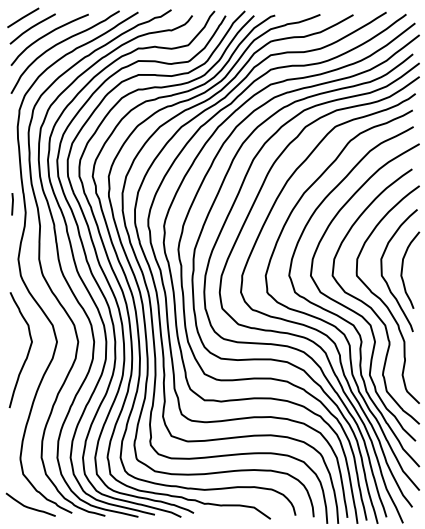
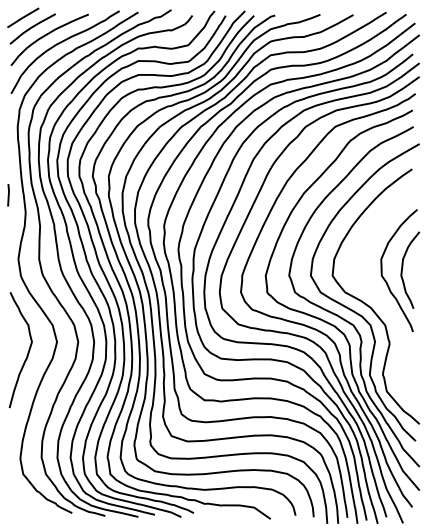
line at (12, 204) position: (12, 204) -> (8, 195)
curve at (381, 298): present -> none
curve at (28, 506): present -> none
